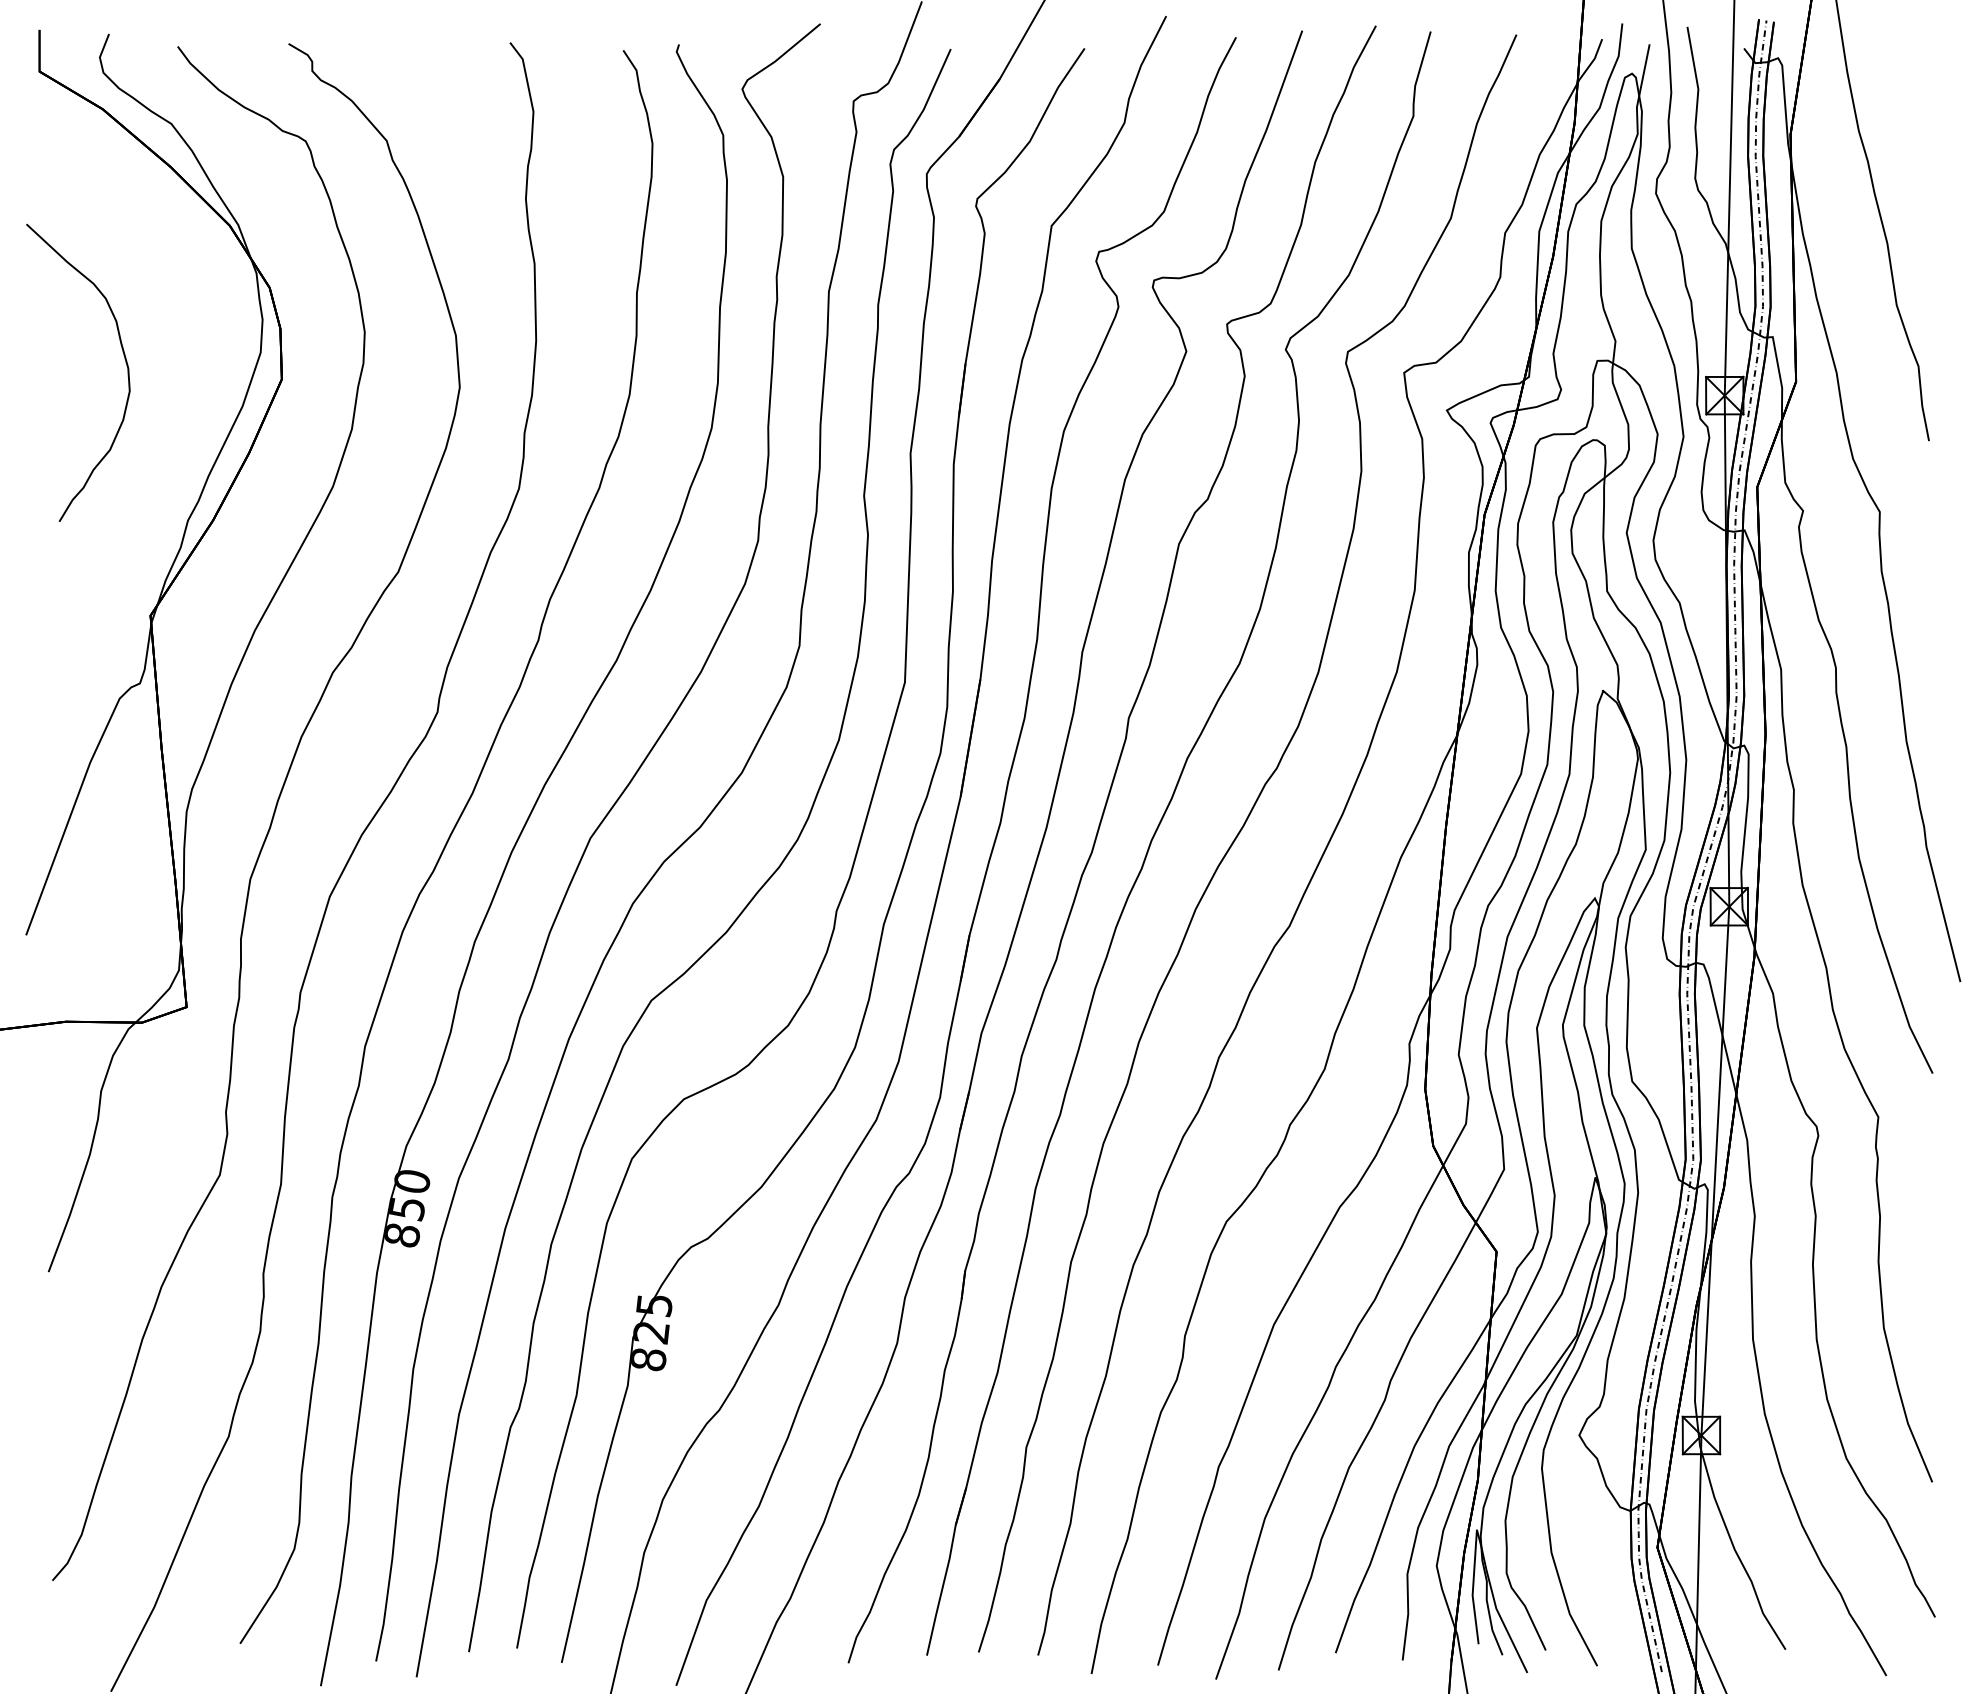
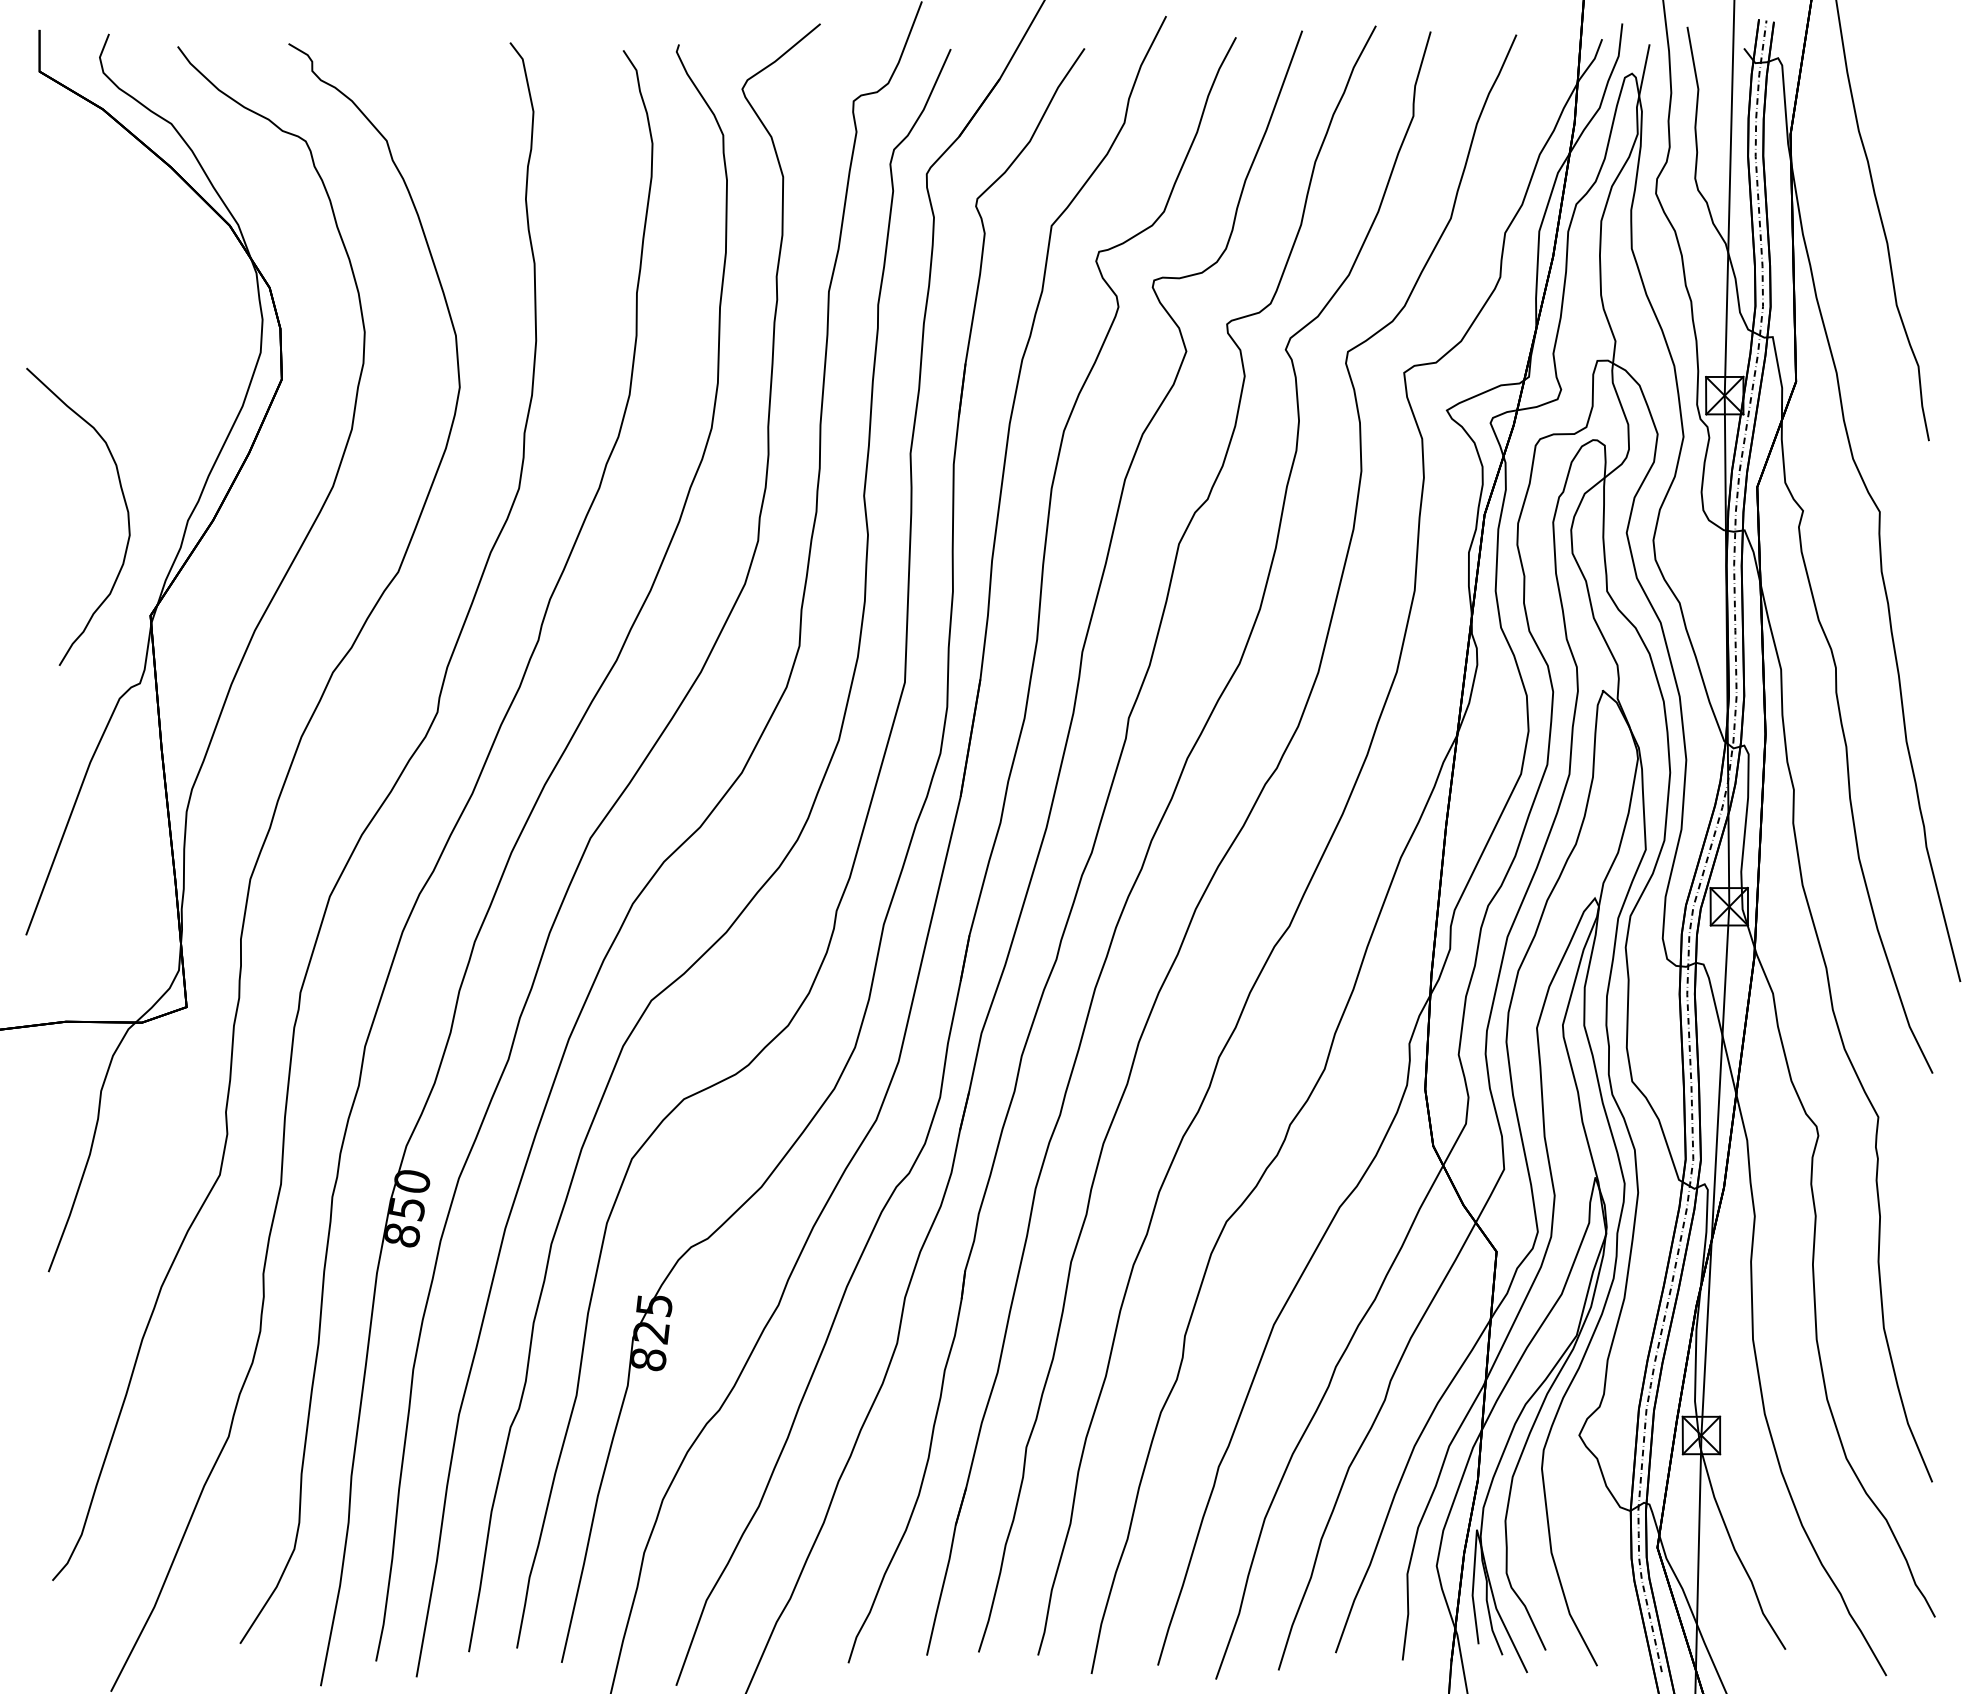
curve at (124, 359) position: (124, 359) -> (124, 503)
